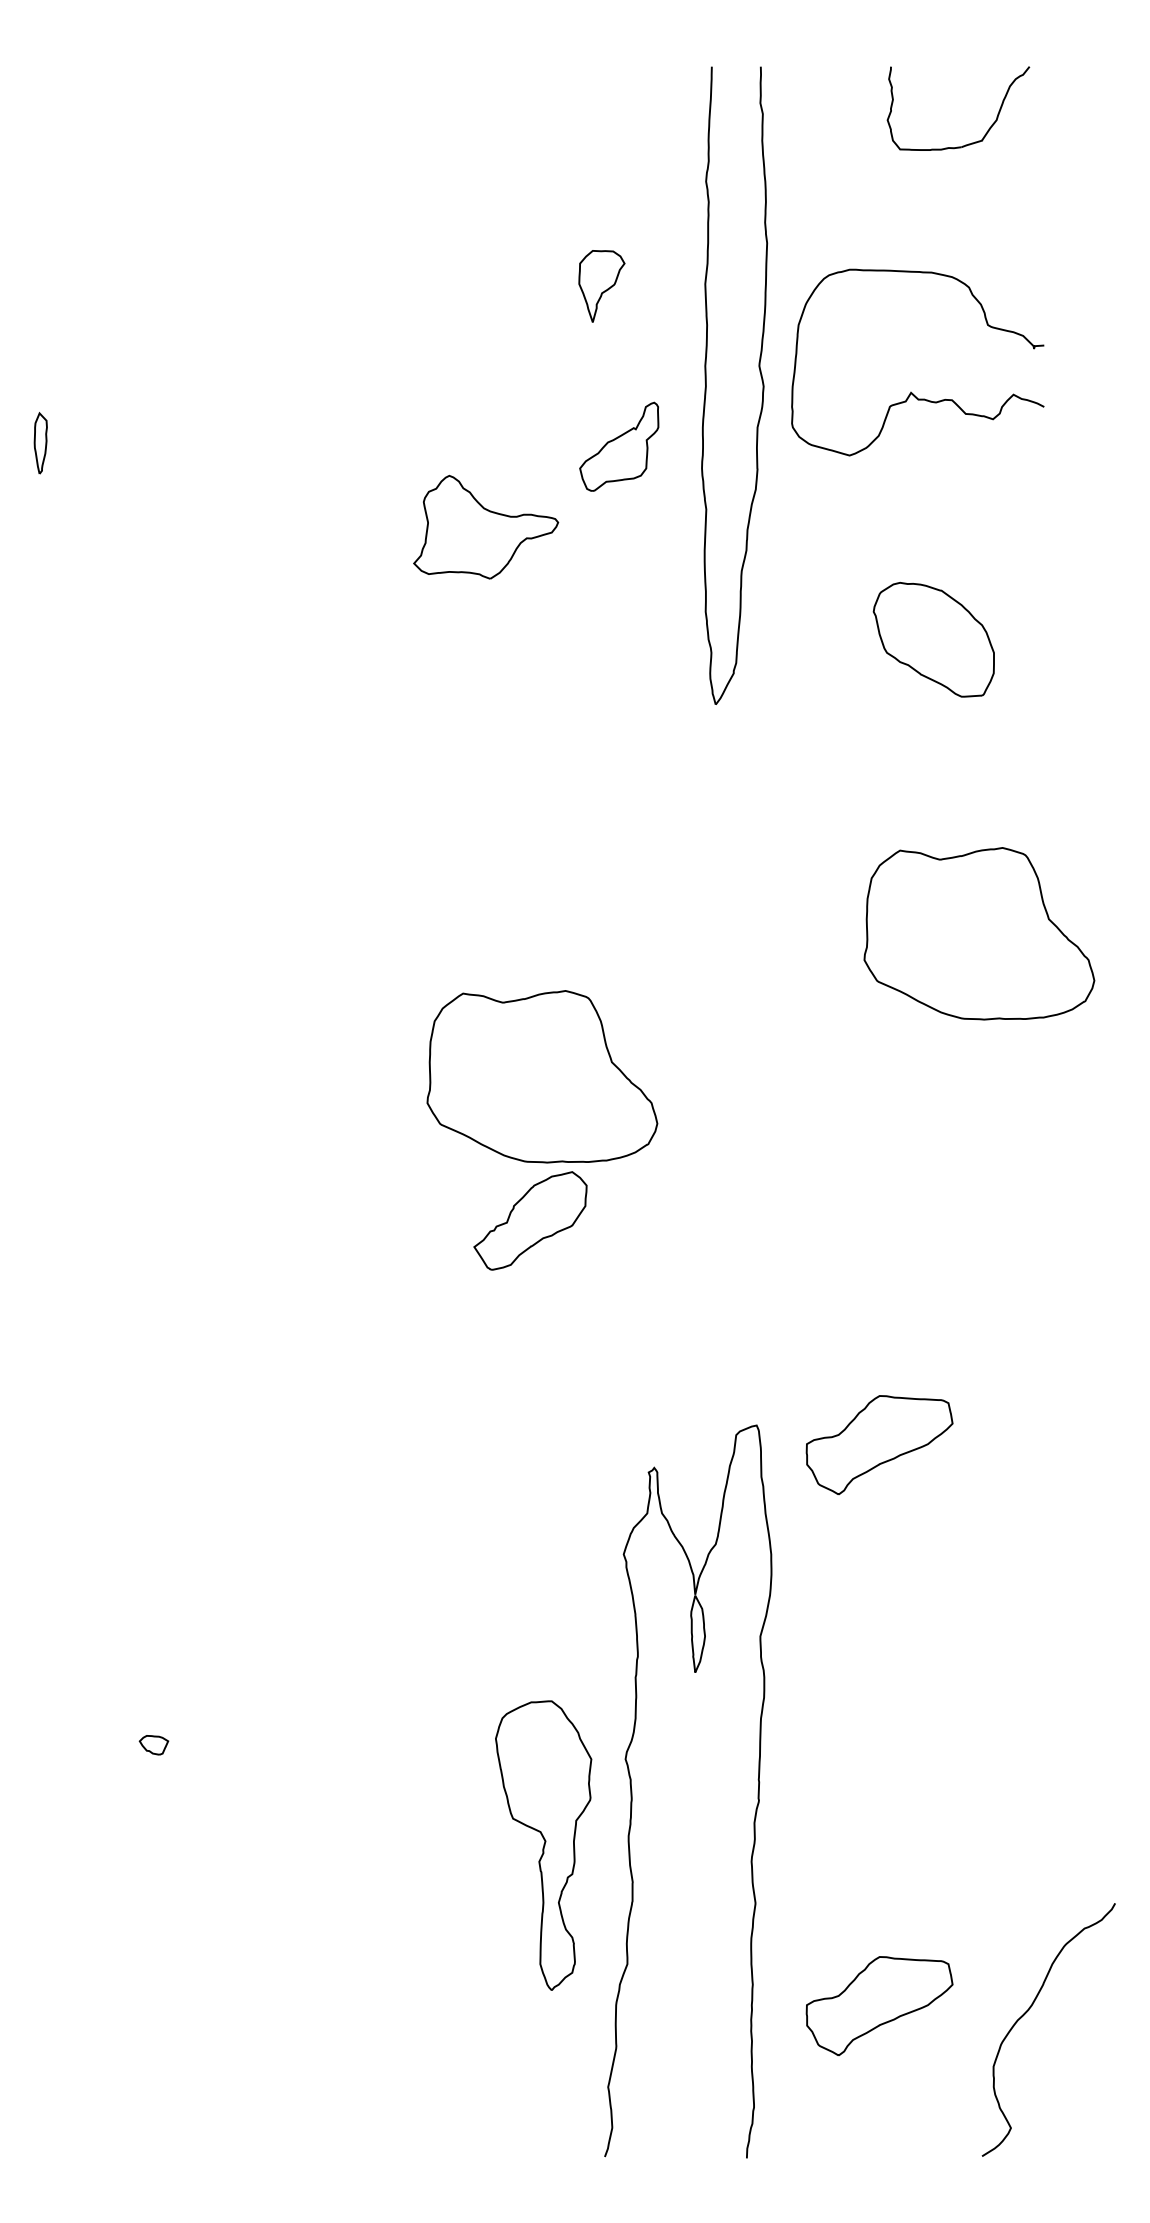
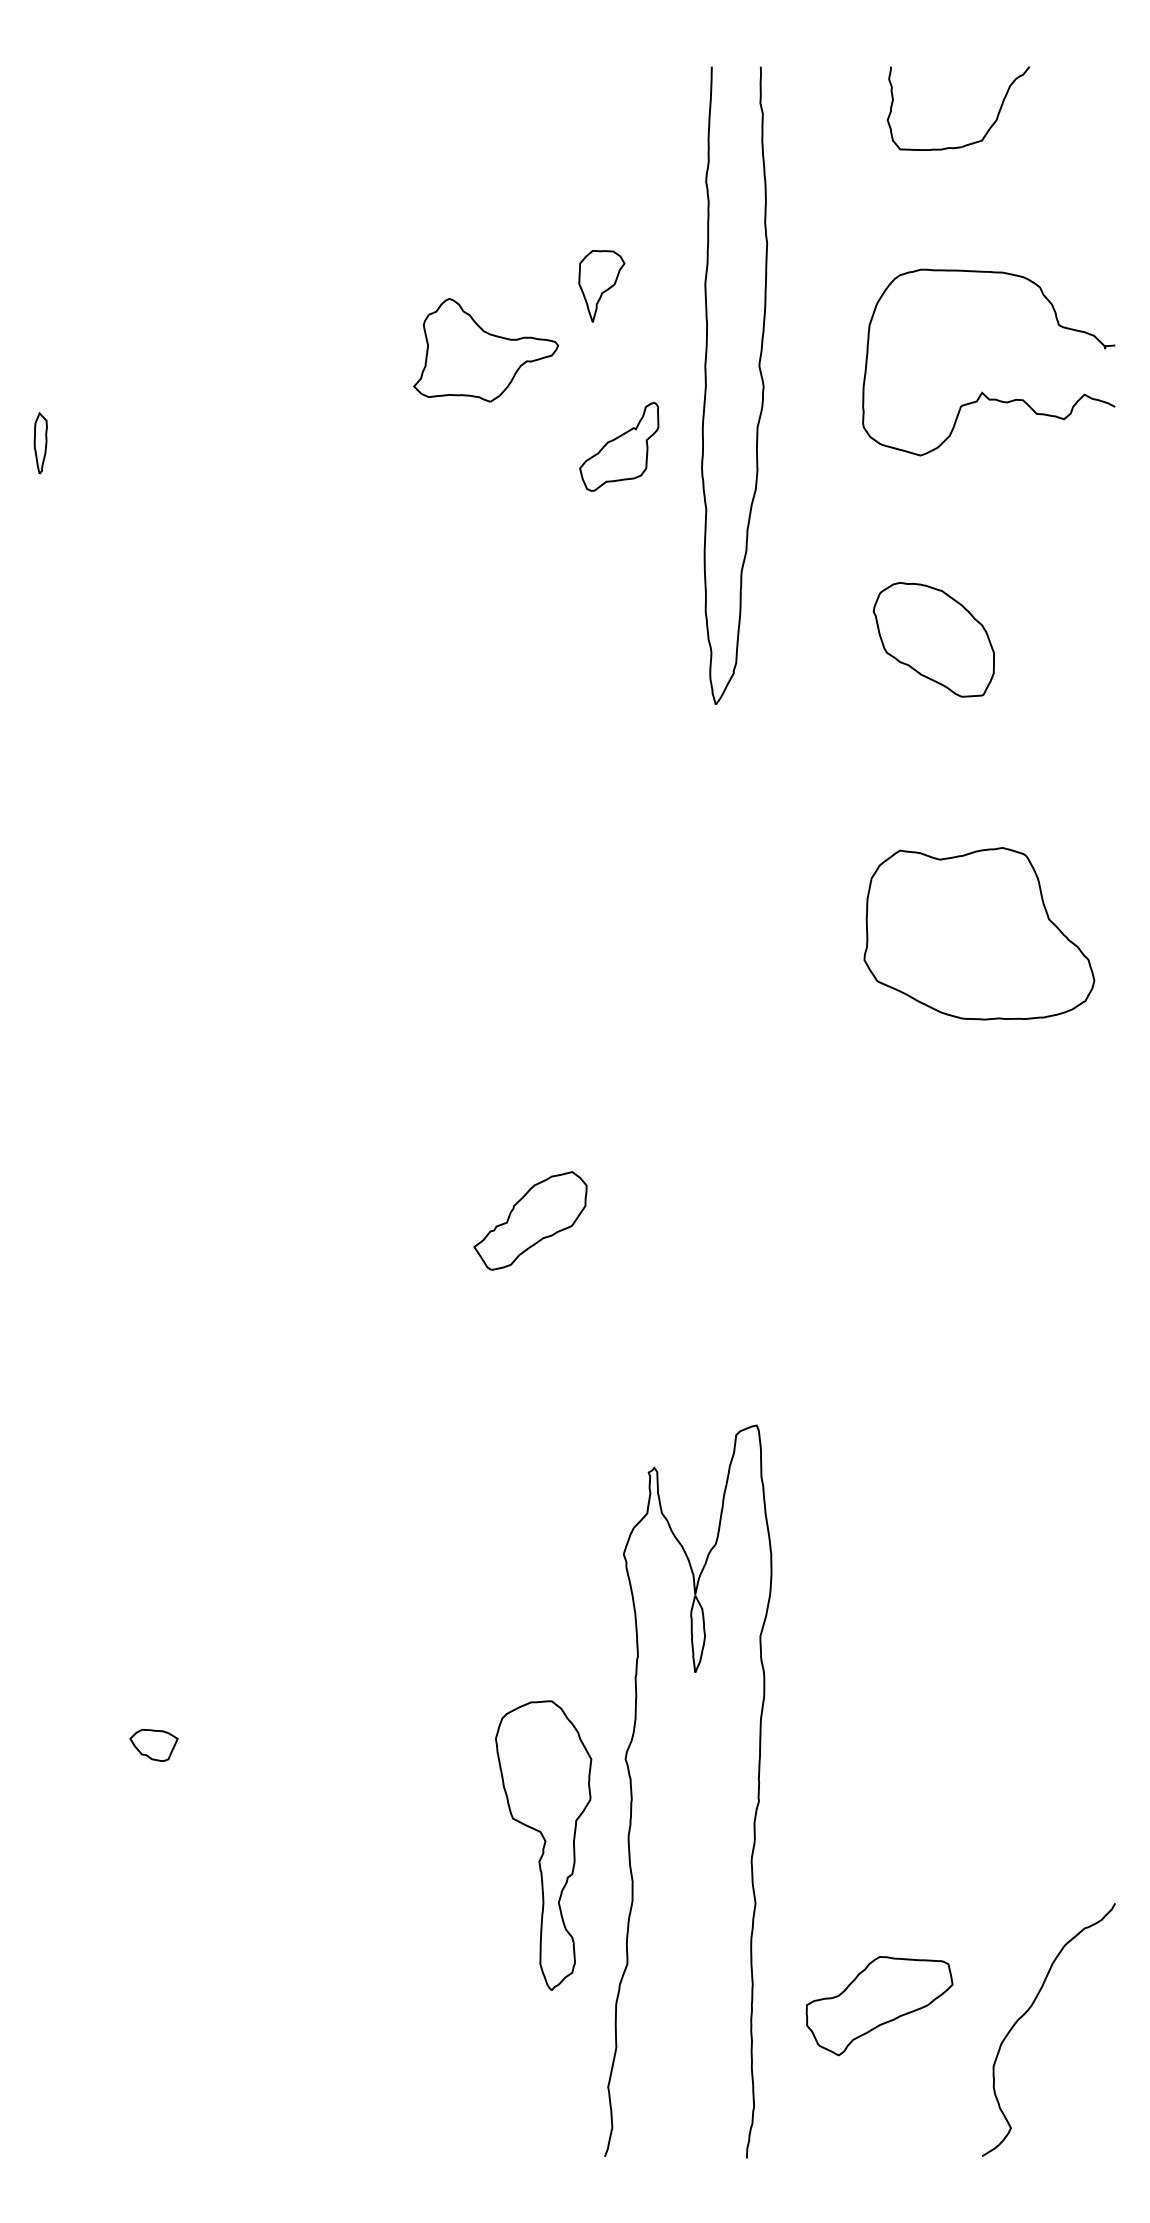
curve at (911, 391) position: (911, 391) -> (982, 391)
part at (486, 527) position: (486, 527) -> (486, 350)
part at (542, 1076): present -> none
part at (879, 1445): present -> none
part at (153, 1745) size: 32x21 px -> 50x34 px
